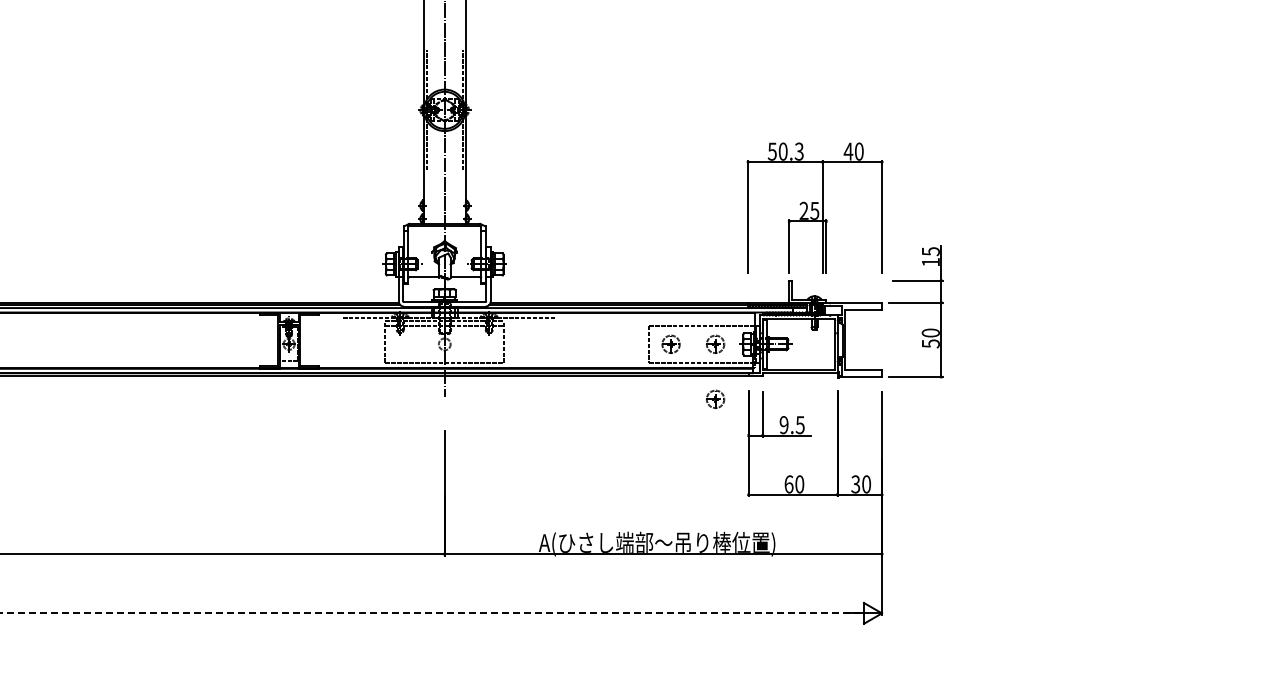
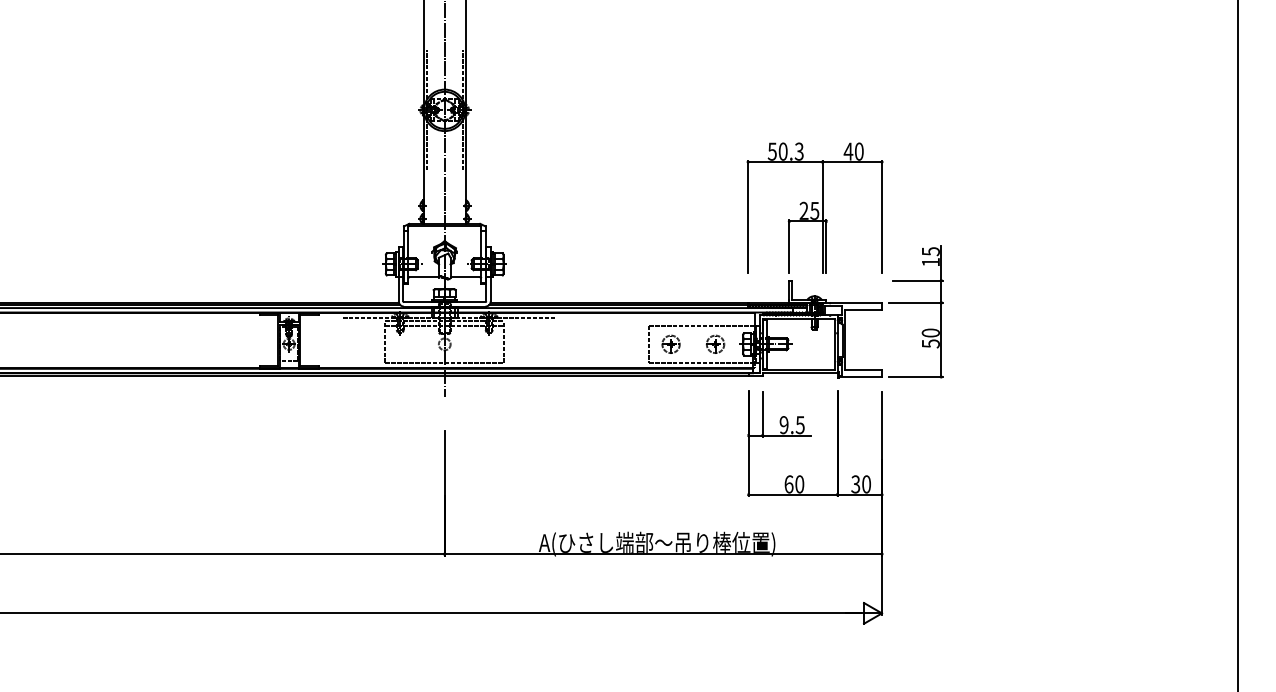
line at (1237, 345): none -> present
part at (715, 398): present -> none
line at (430, 613): dashed -> solid
